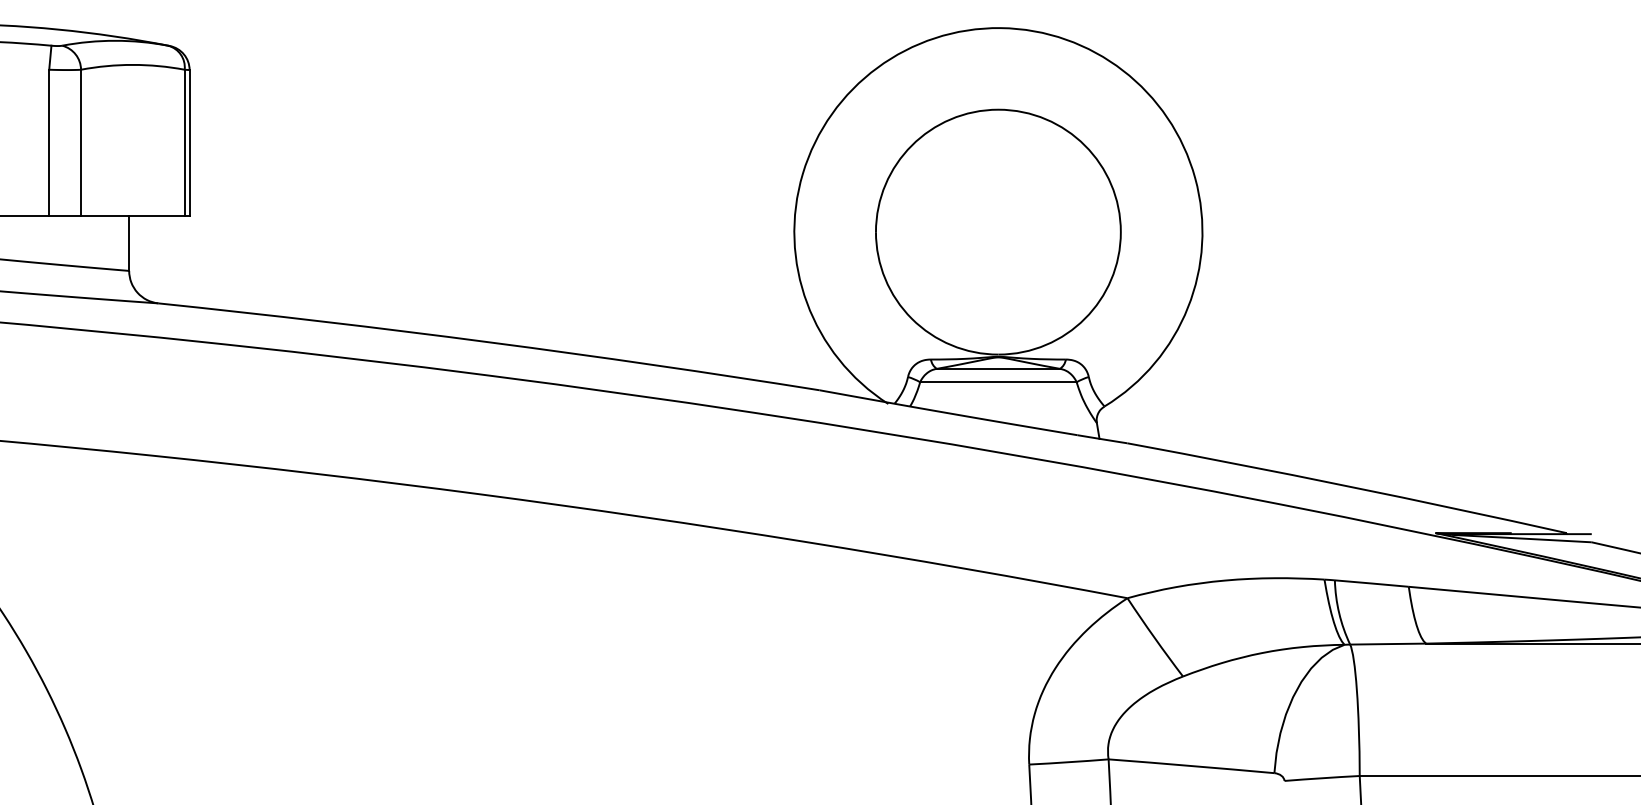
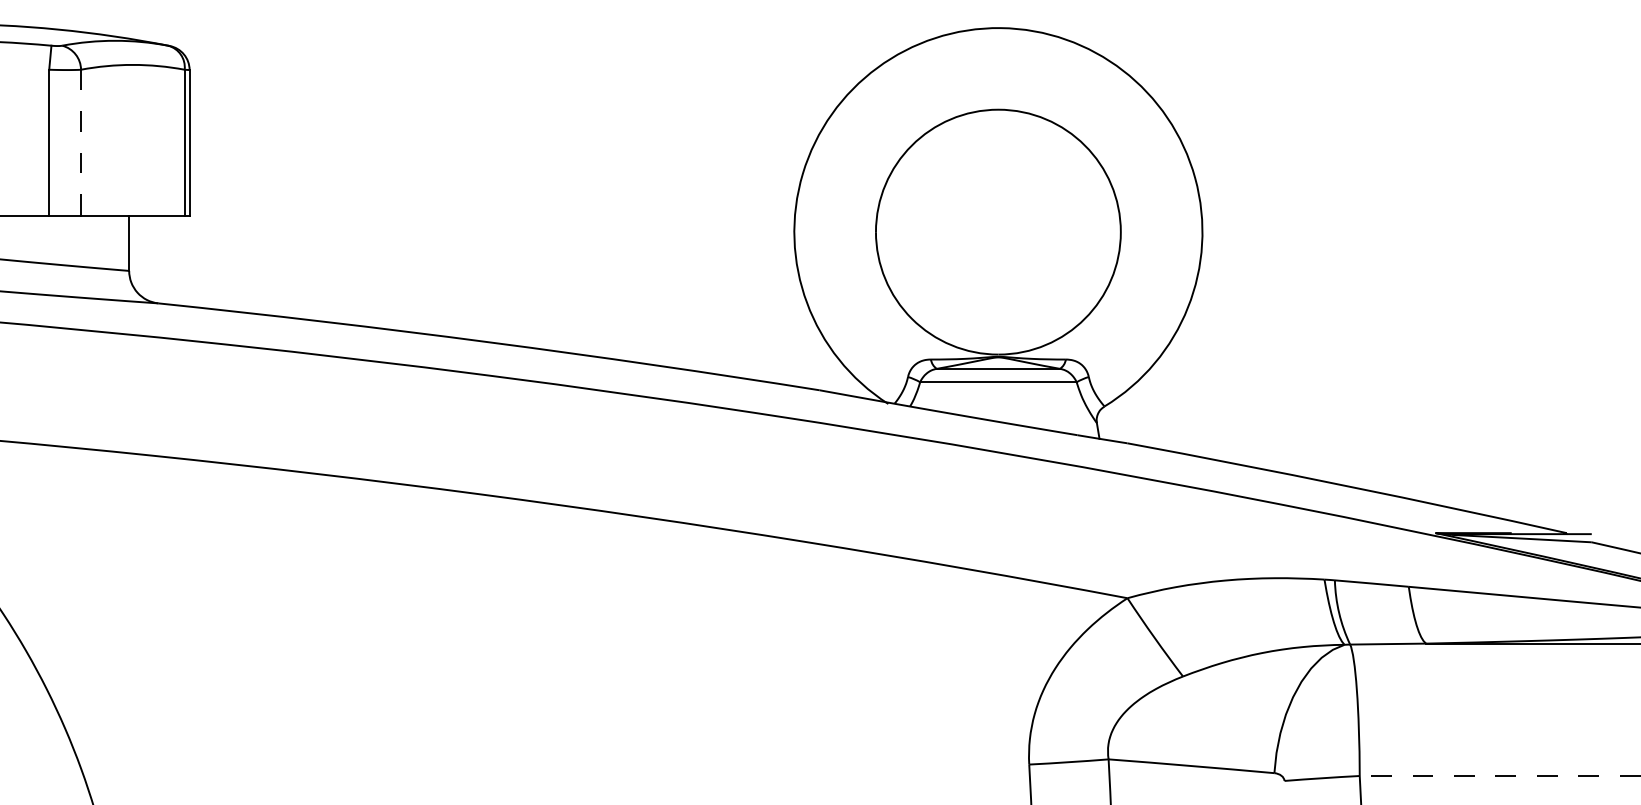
line at (81, 143): solid -> dashed
line at (1499, 775): solid -> dashed
